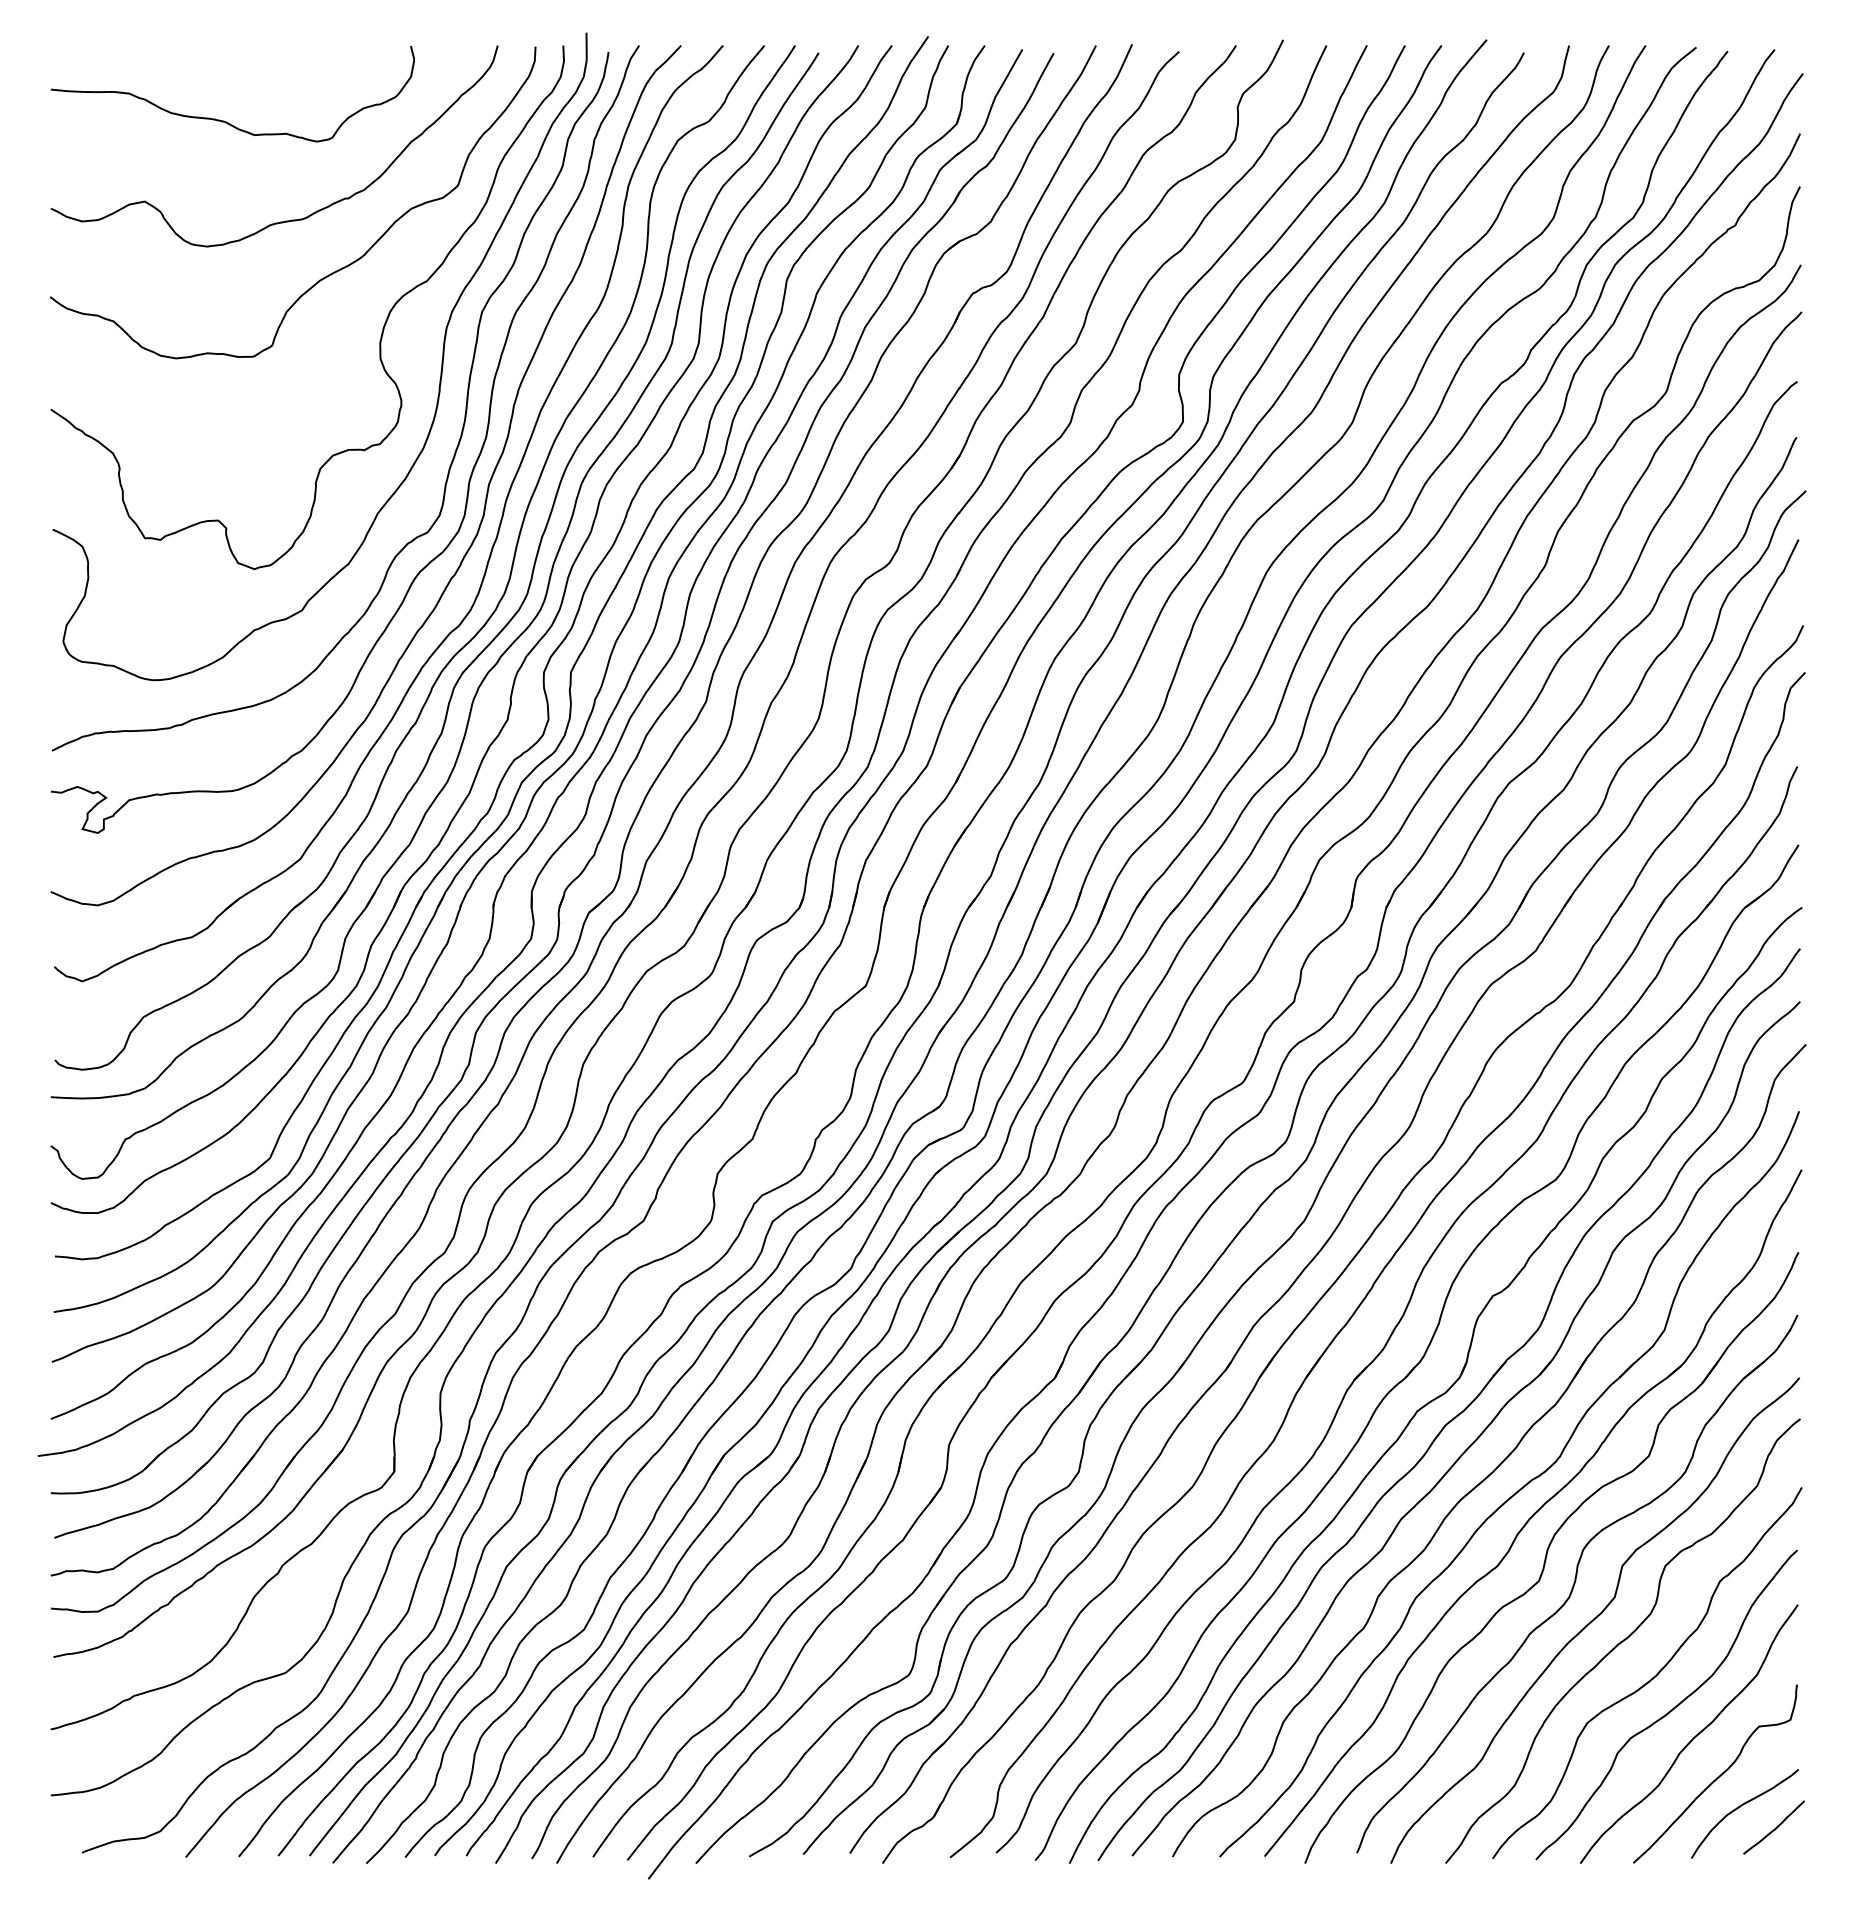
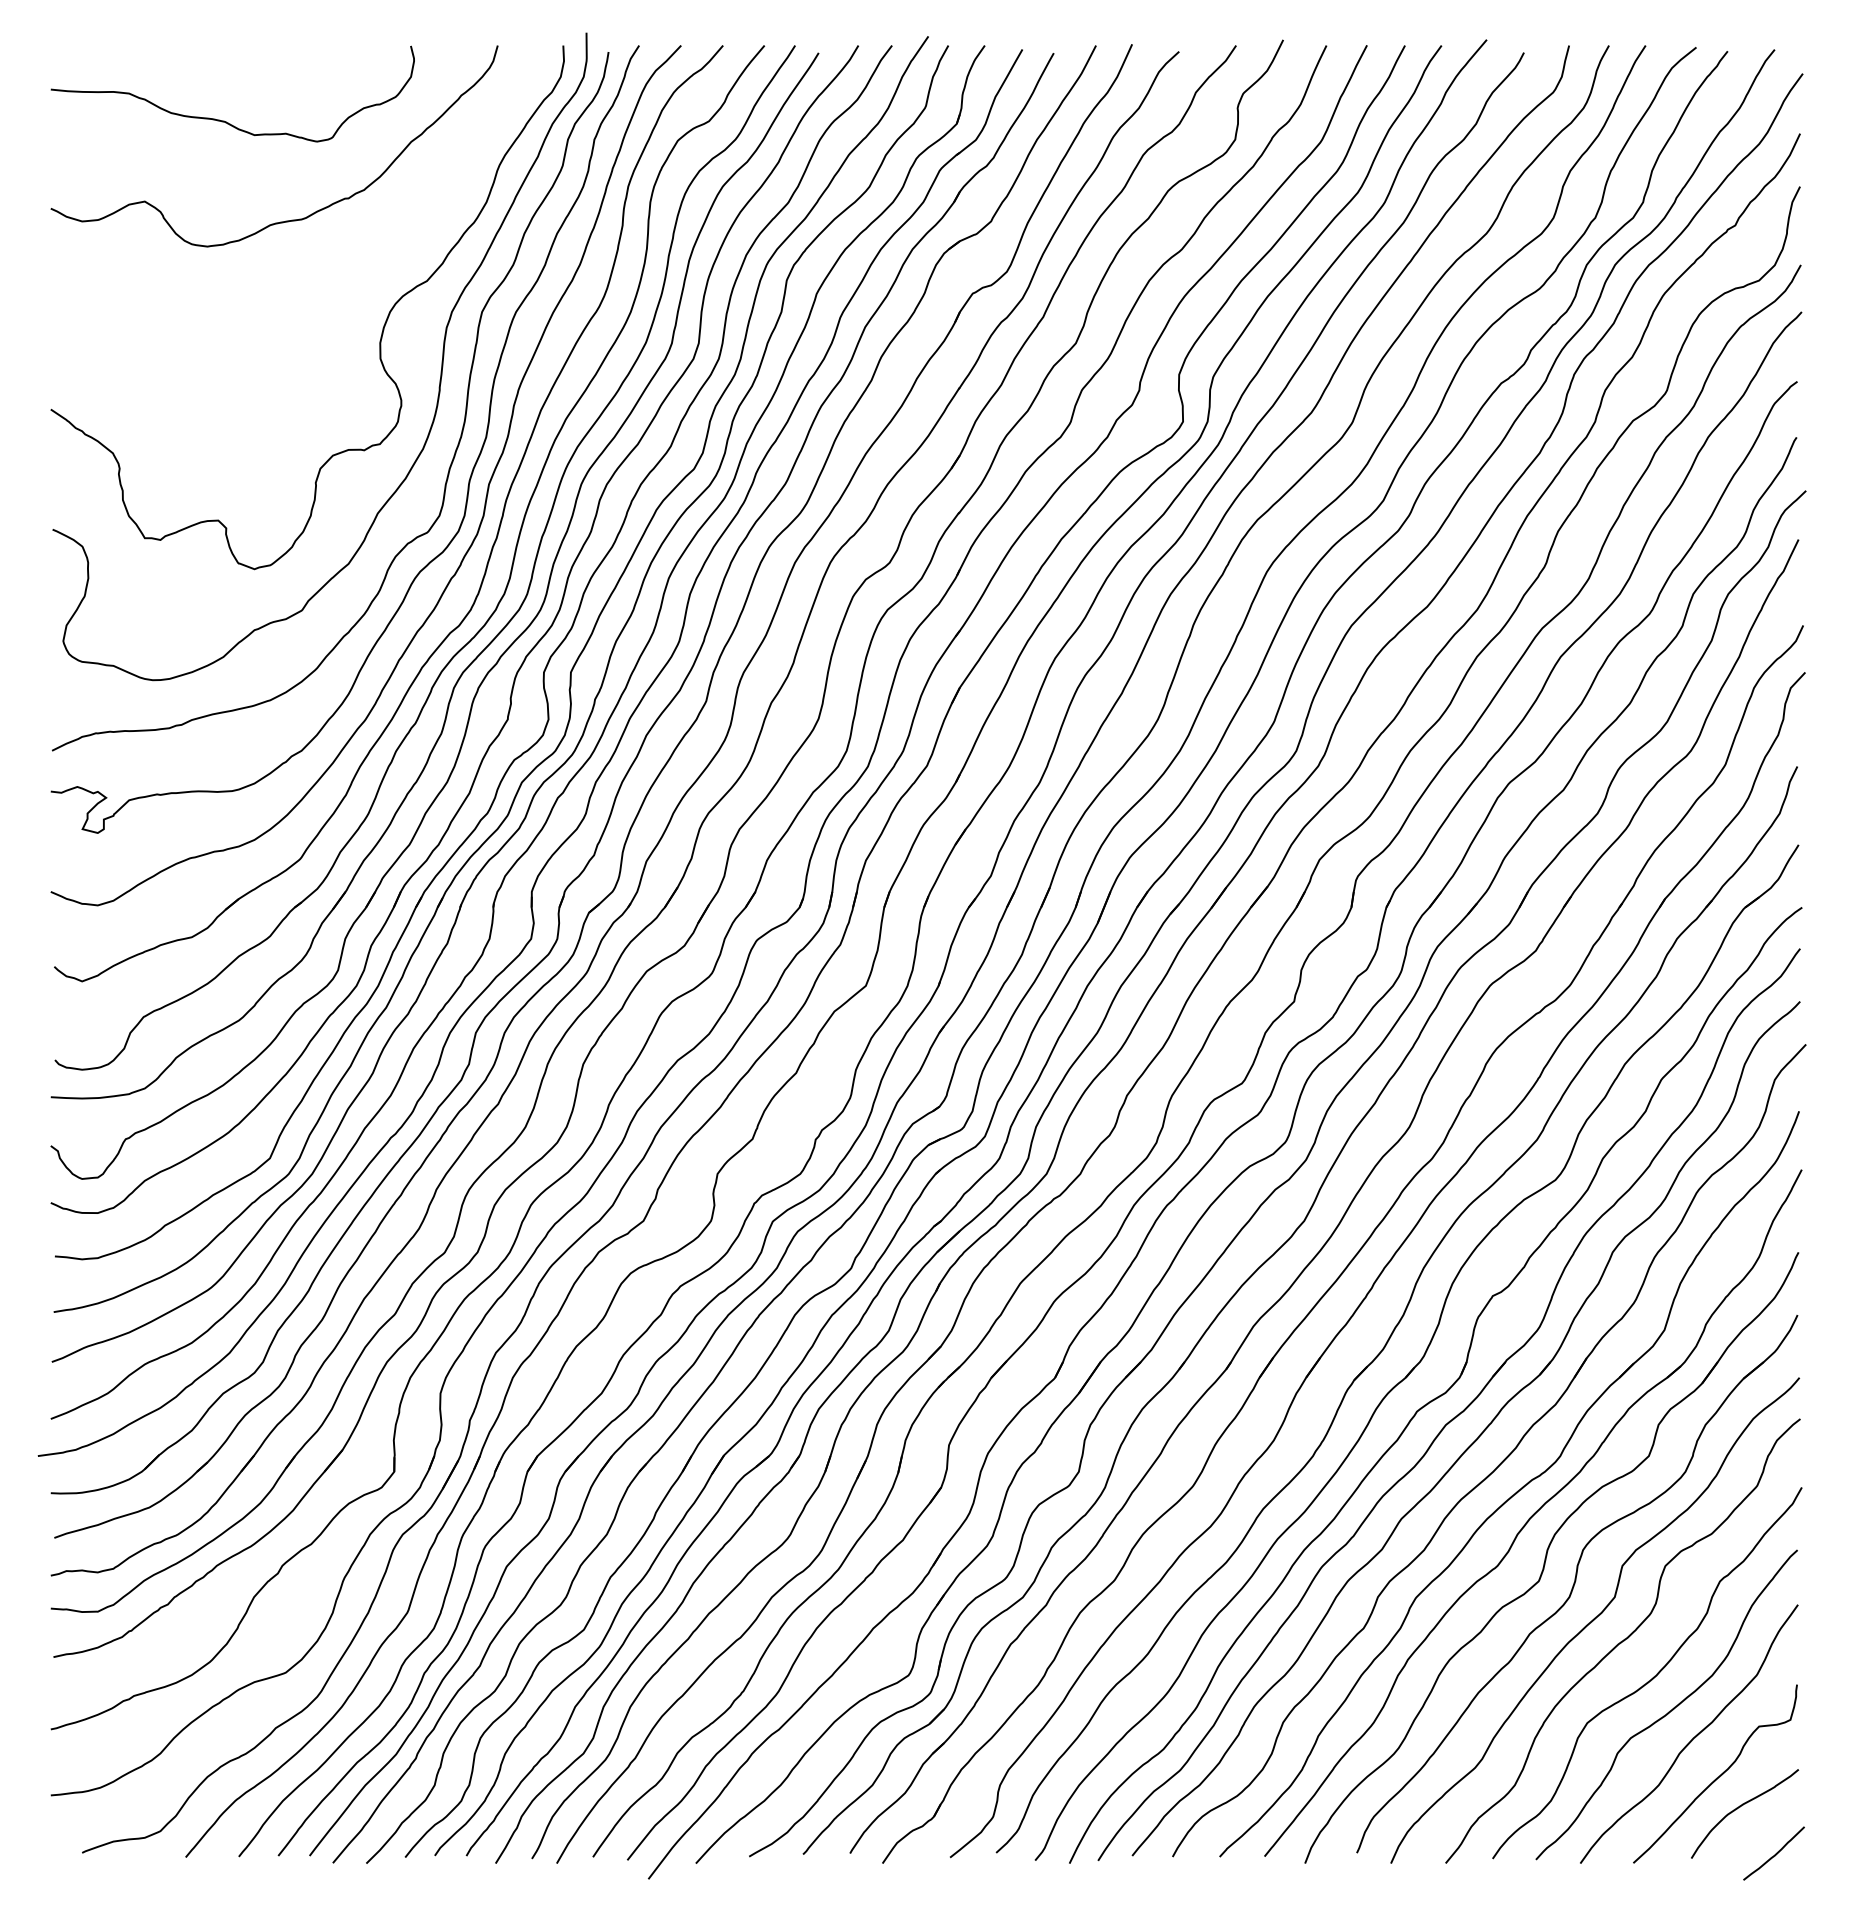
curve at (328, 274): present -> none
curve at (1774, 1828) position: (1774, 1828) -> (1774, 1854)
